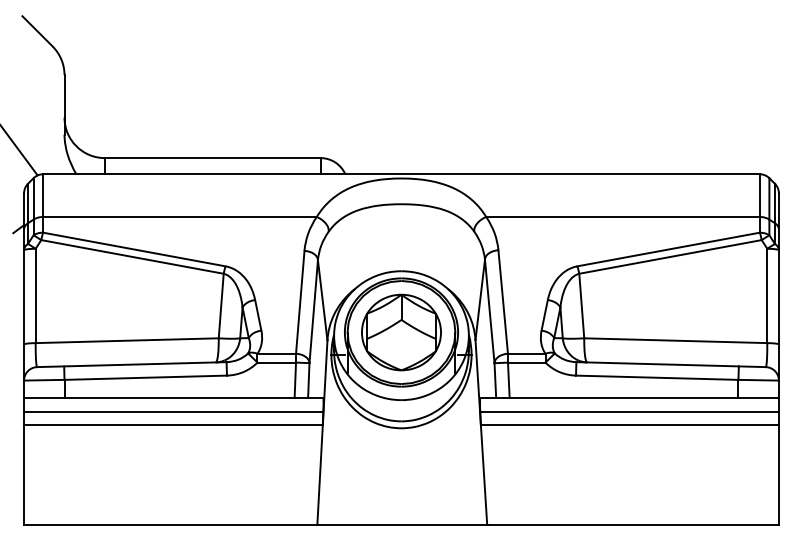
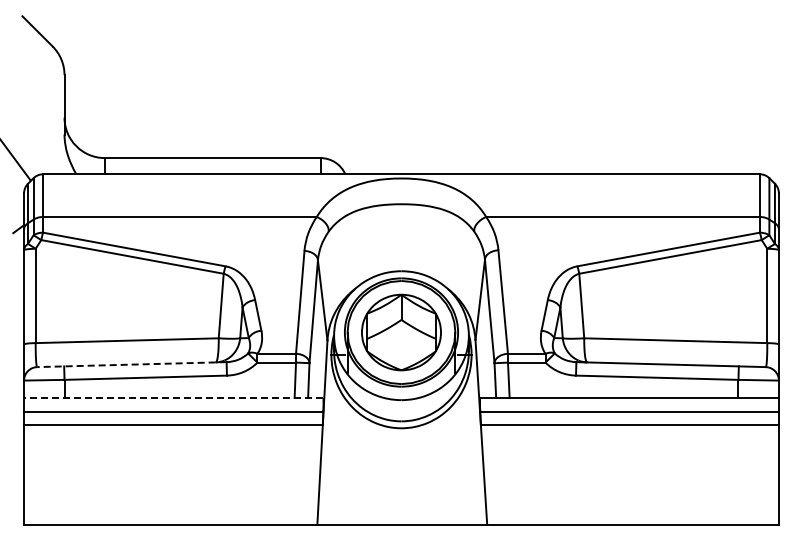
line at (19, 151) position: (19, 151) -> (16, 161)
line at (131, 364): solid -> dashed
line at (173, 398): solid -> dashed
